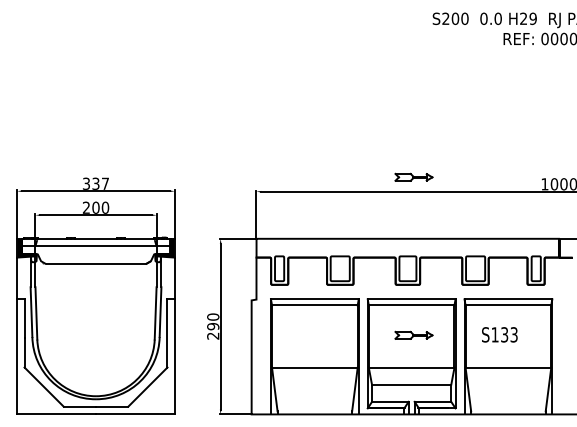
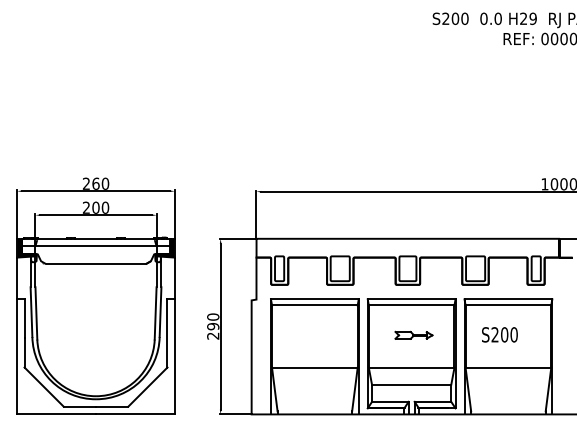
part at (413, 176): present -> none
text at (96, 183): 337 -> 260
text at (504, 334): S133 -> S200
